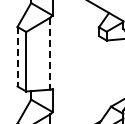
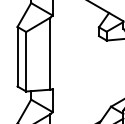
line at (50, 54): dashed -> solid
line at (17, 56): dashed -> solid
